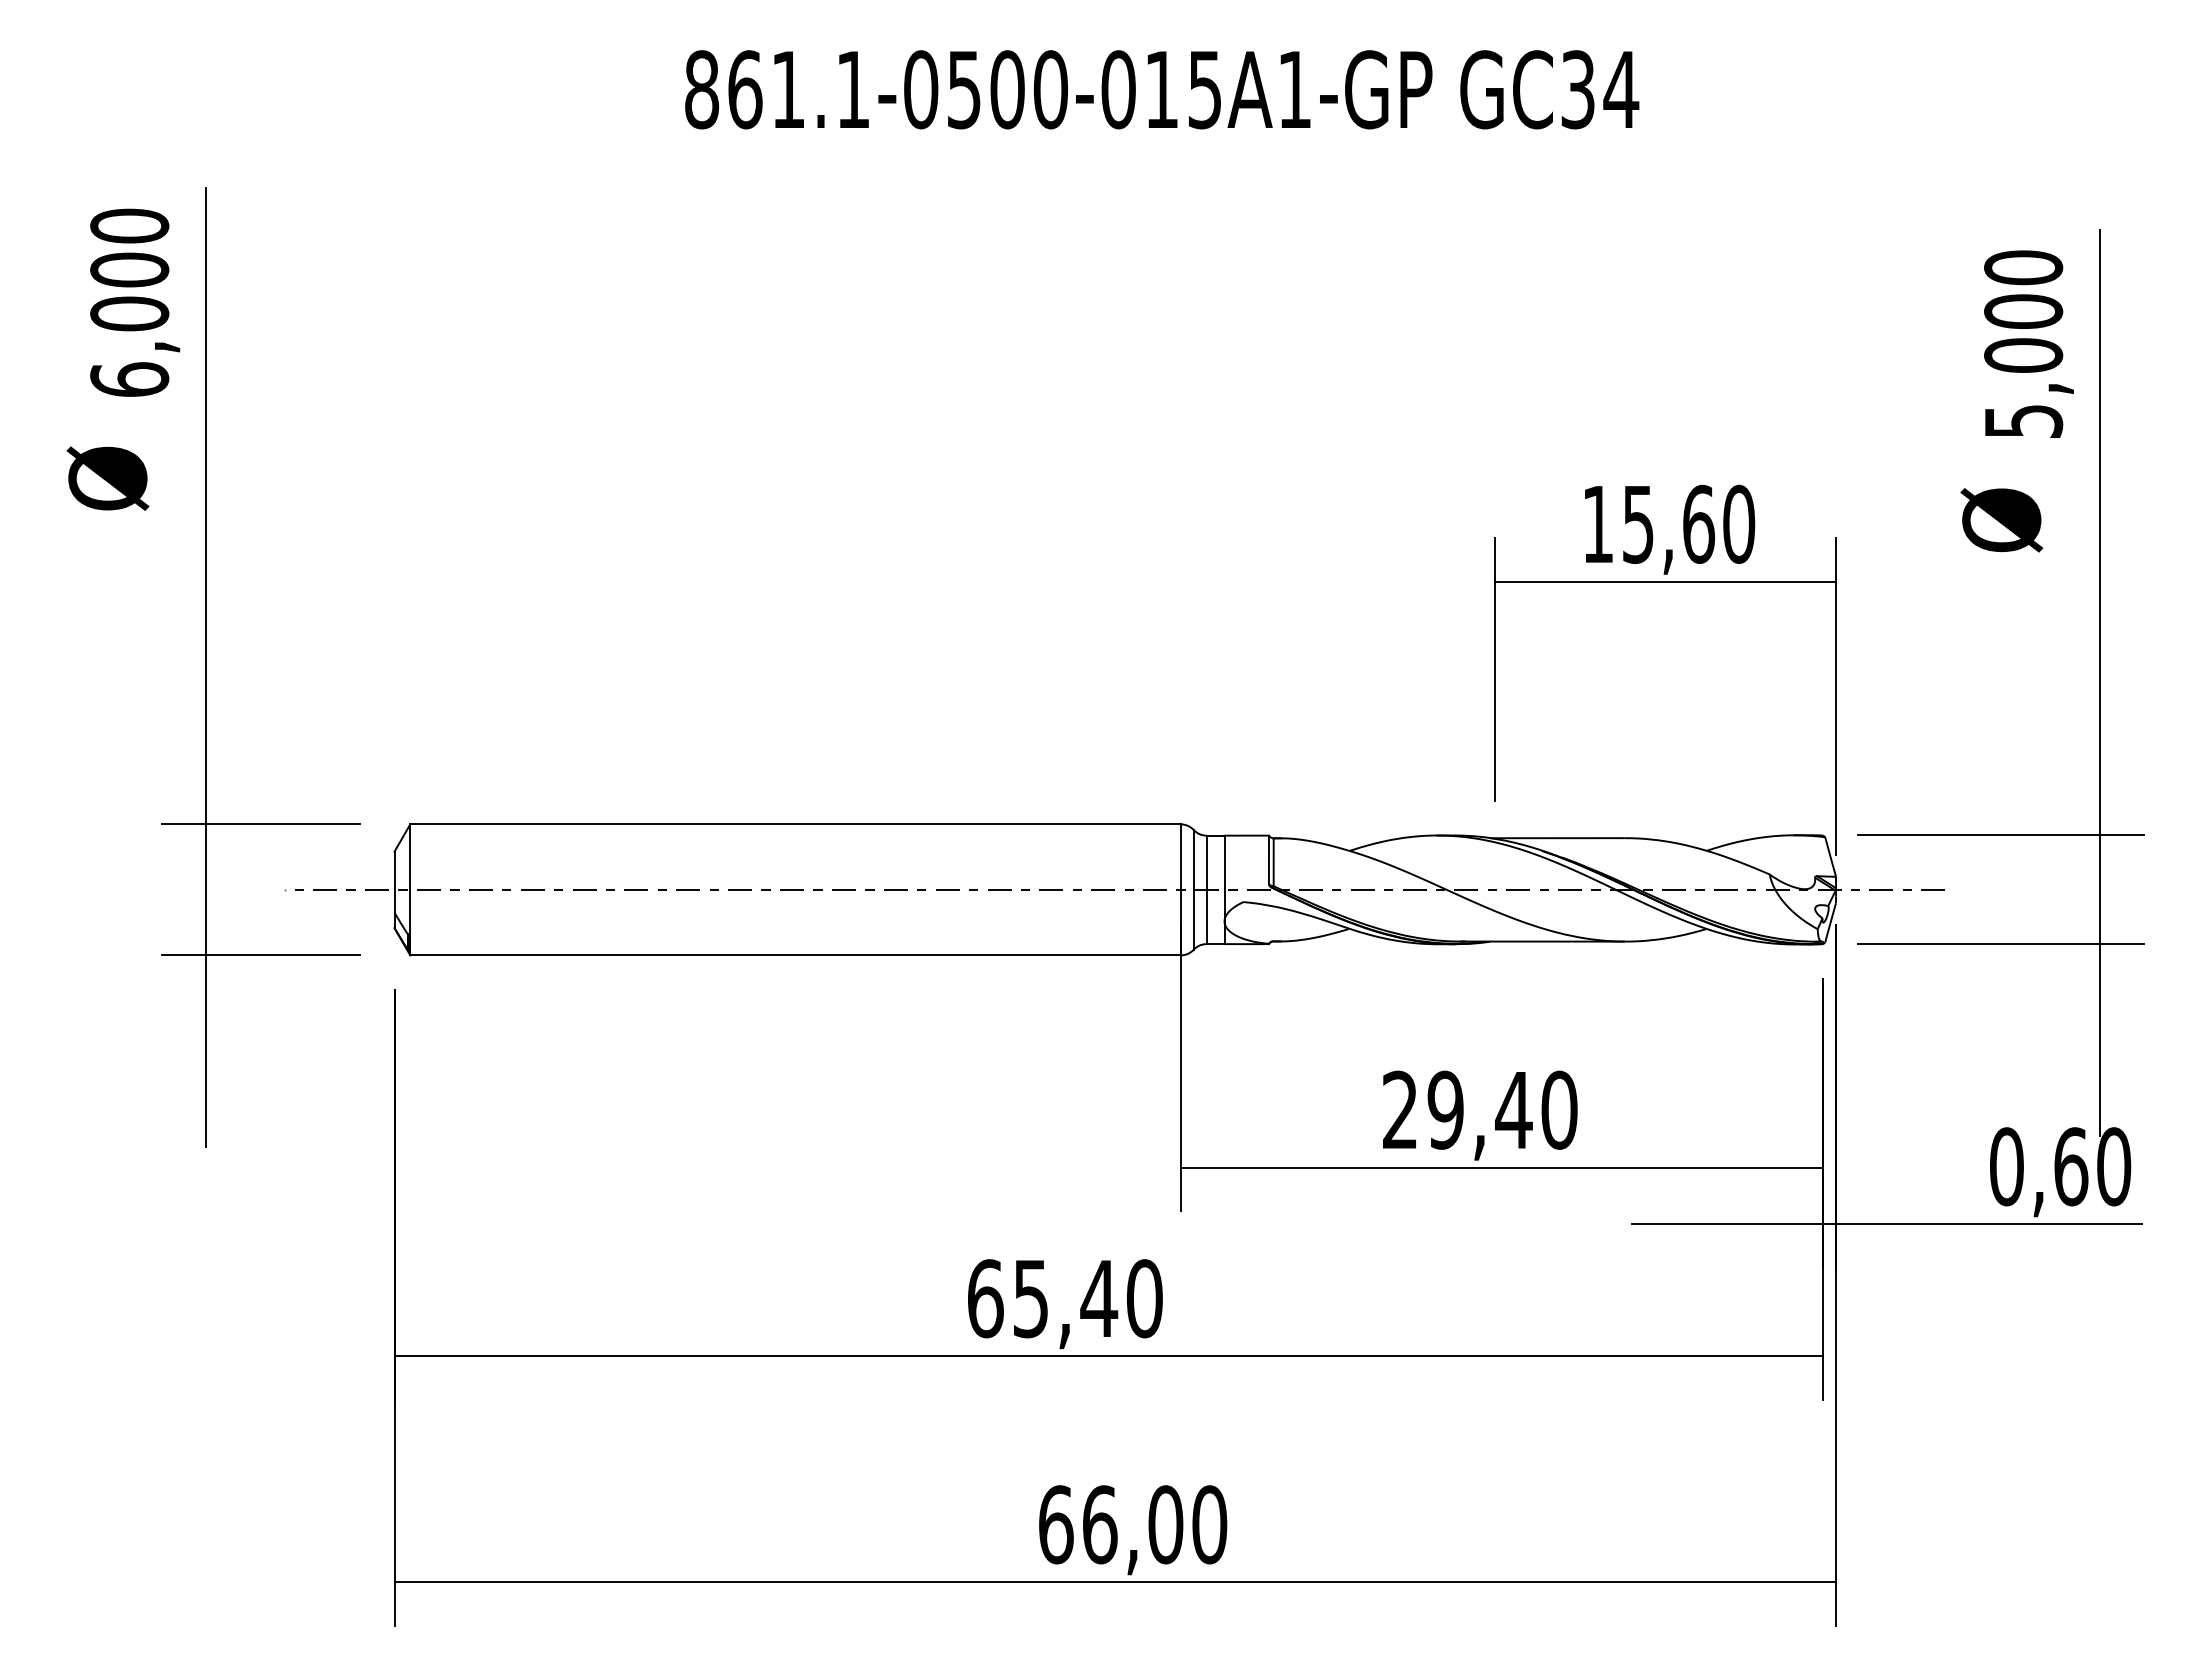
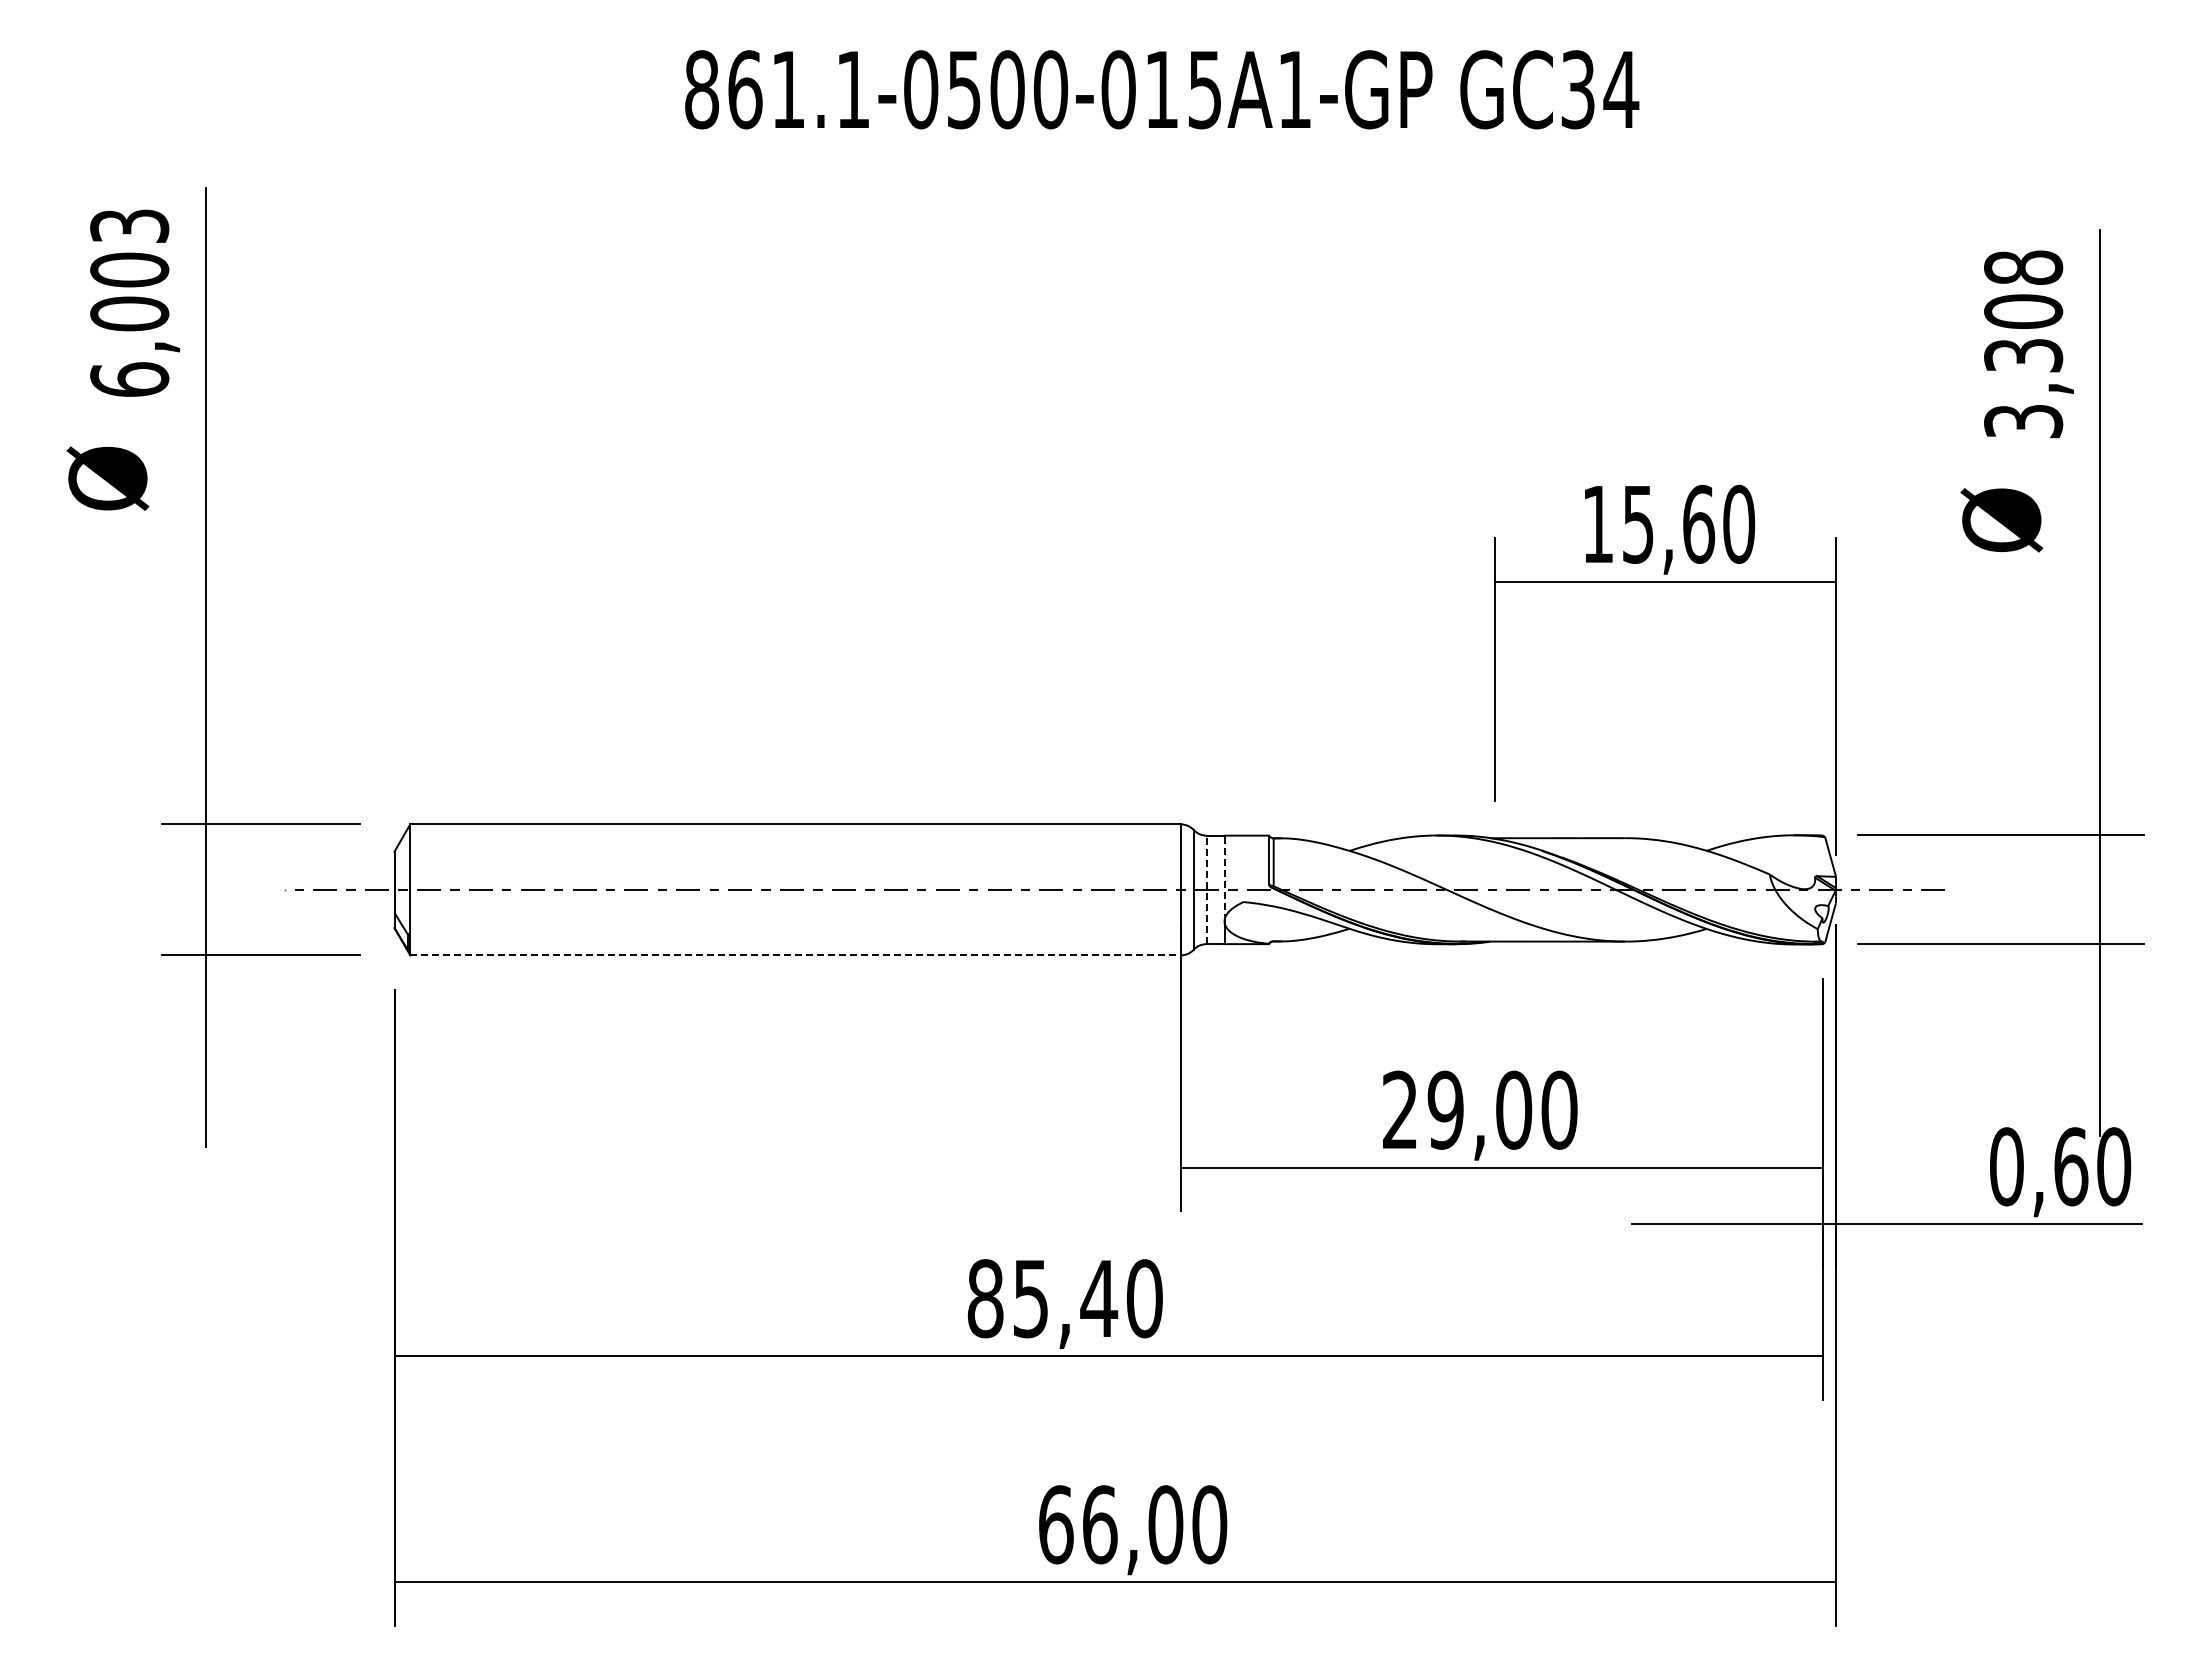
text at (129, 225): 6,000 -> 6,003
text at (2023, 343): 5,000 -> 3,308
line at (1224, 878): solid -> dashed
line at (1206, 889): solid -> dashed
line at (796, 955): solid -> dashed
text at (1513, 1109): 29,40 -> 29,00
text at (985, 1298): 65,40 -> 85,40
